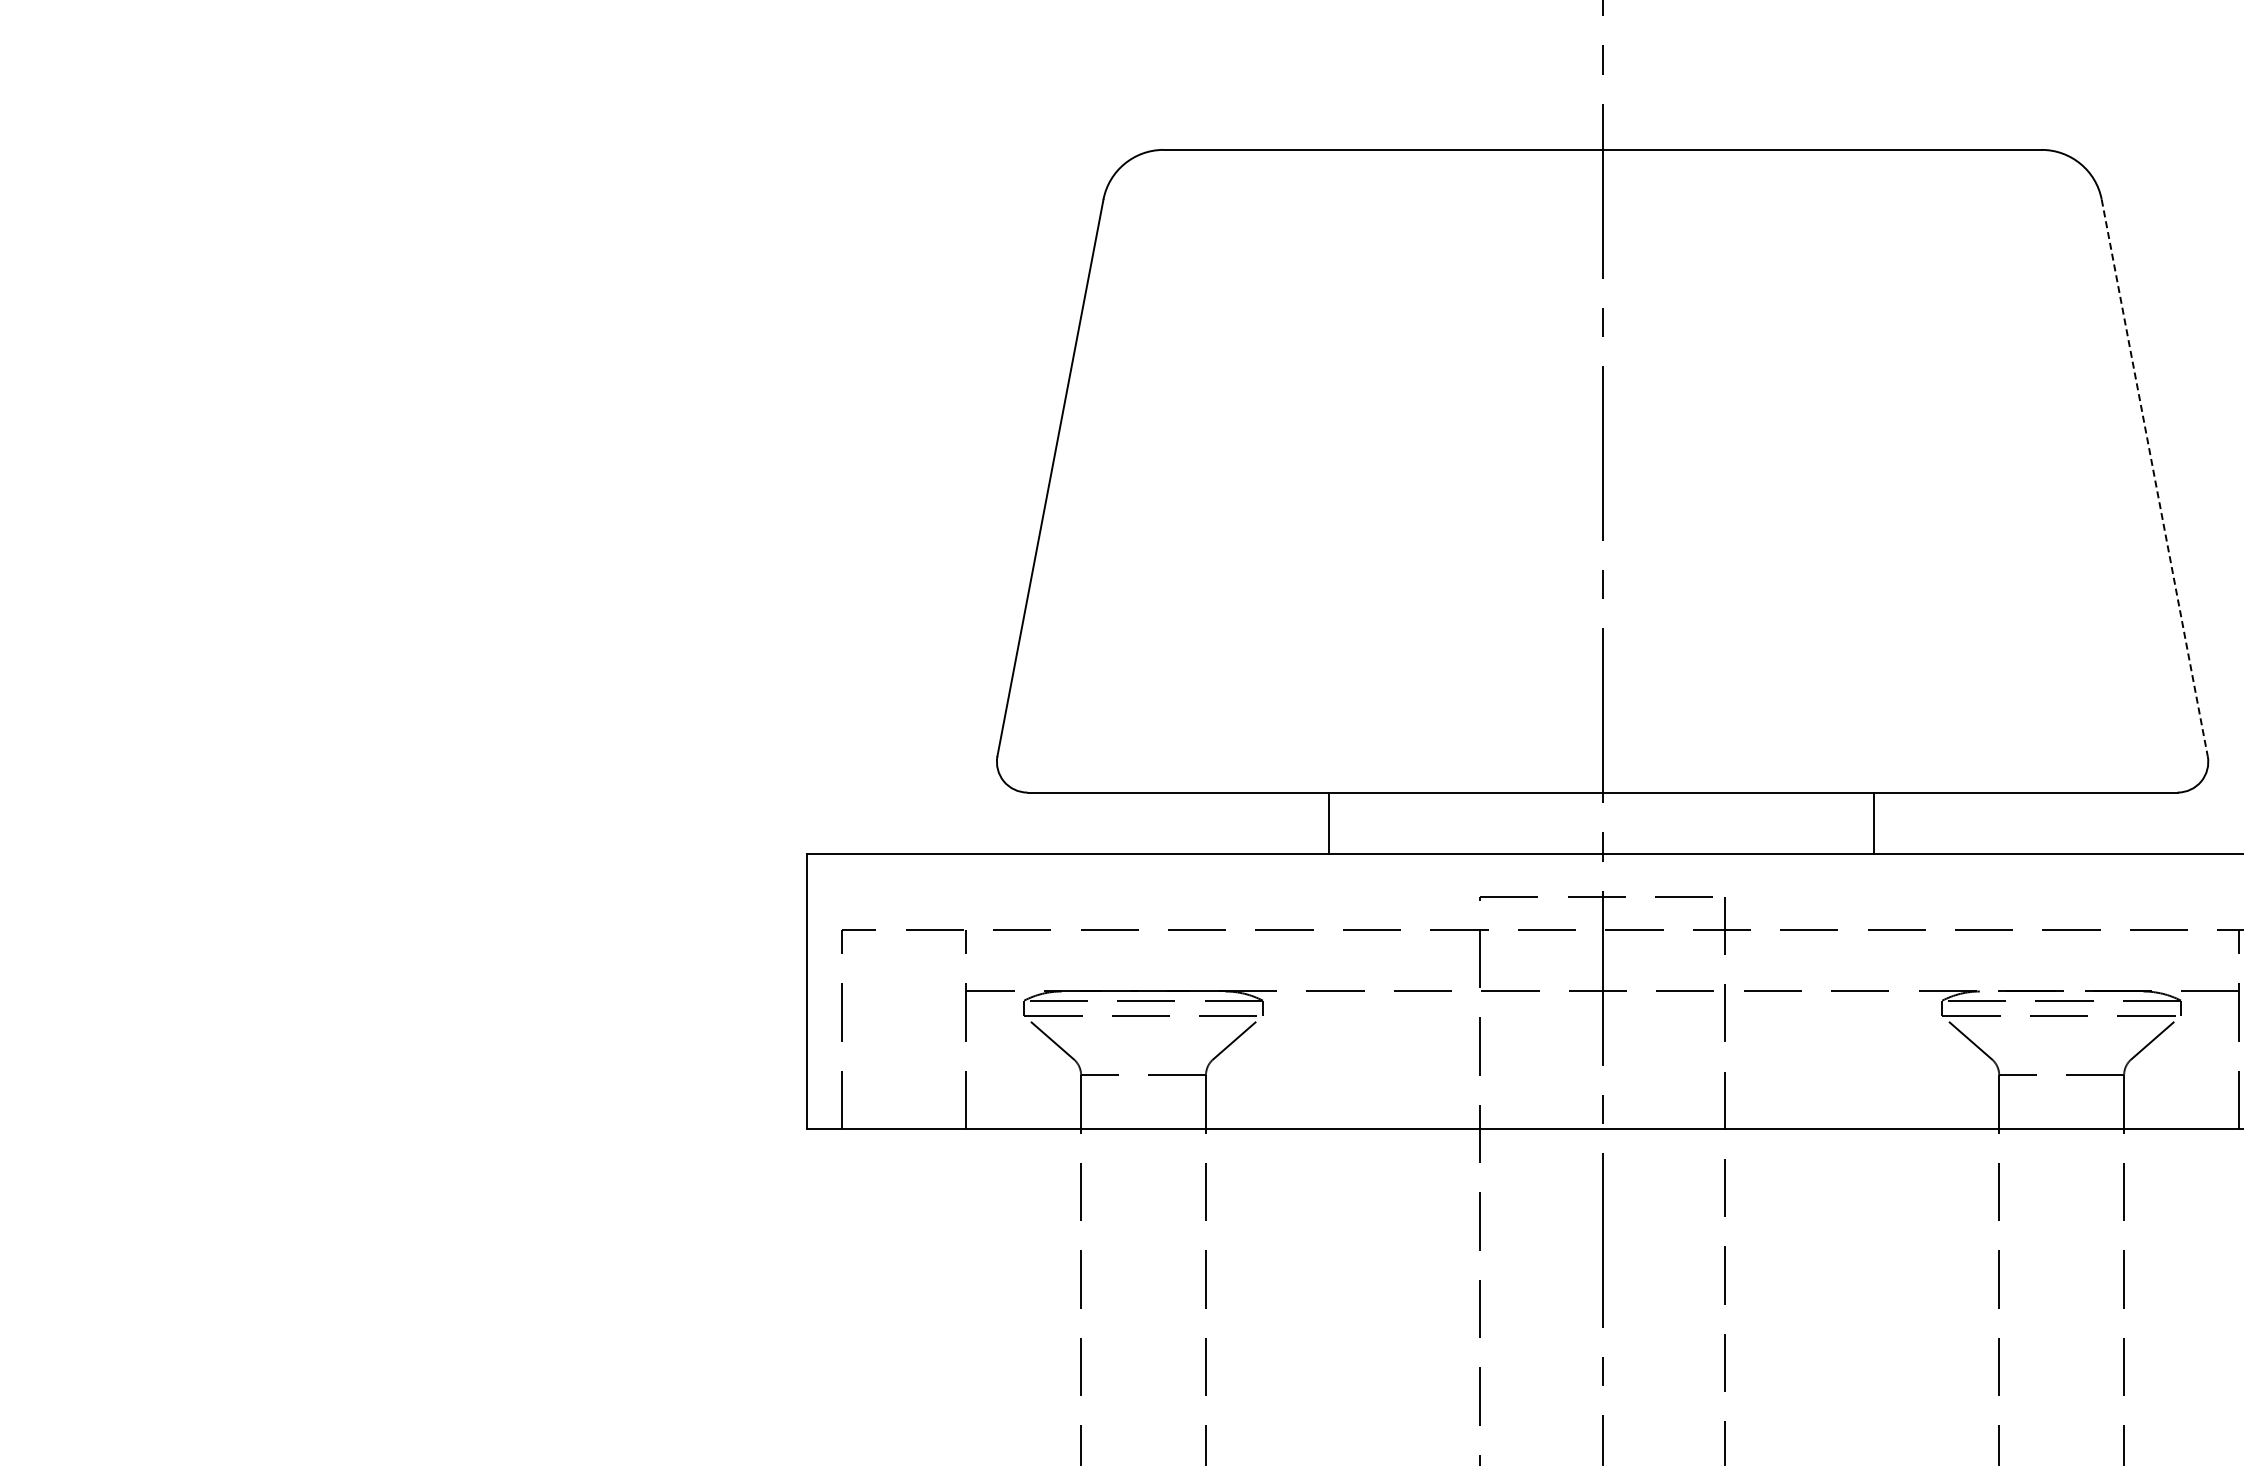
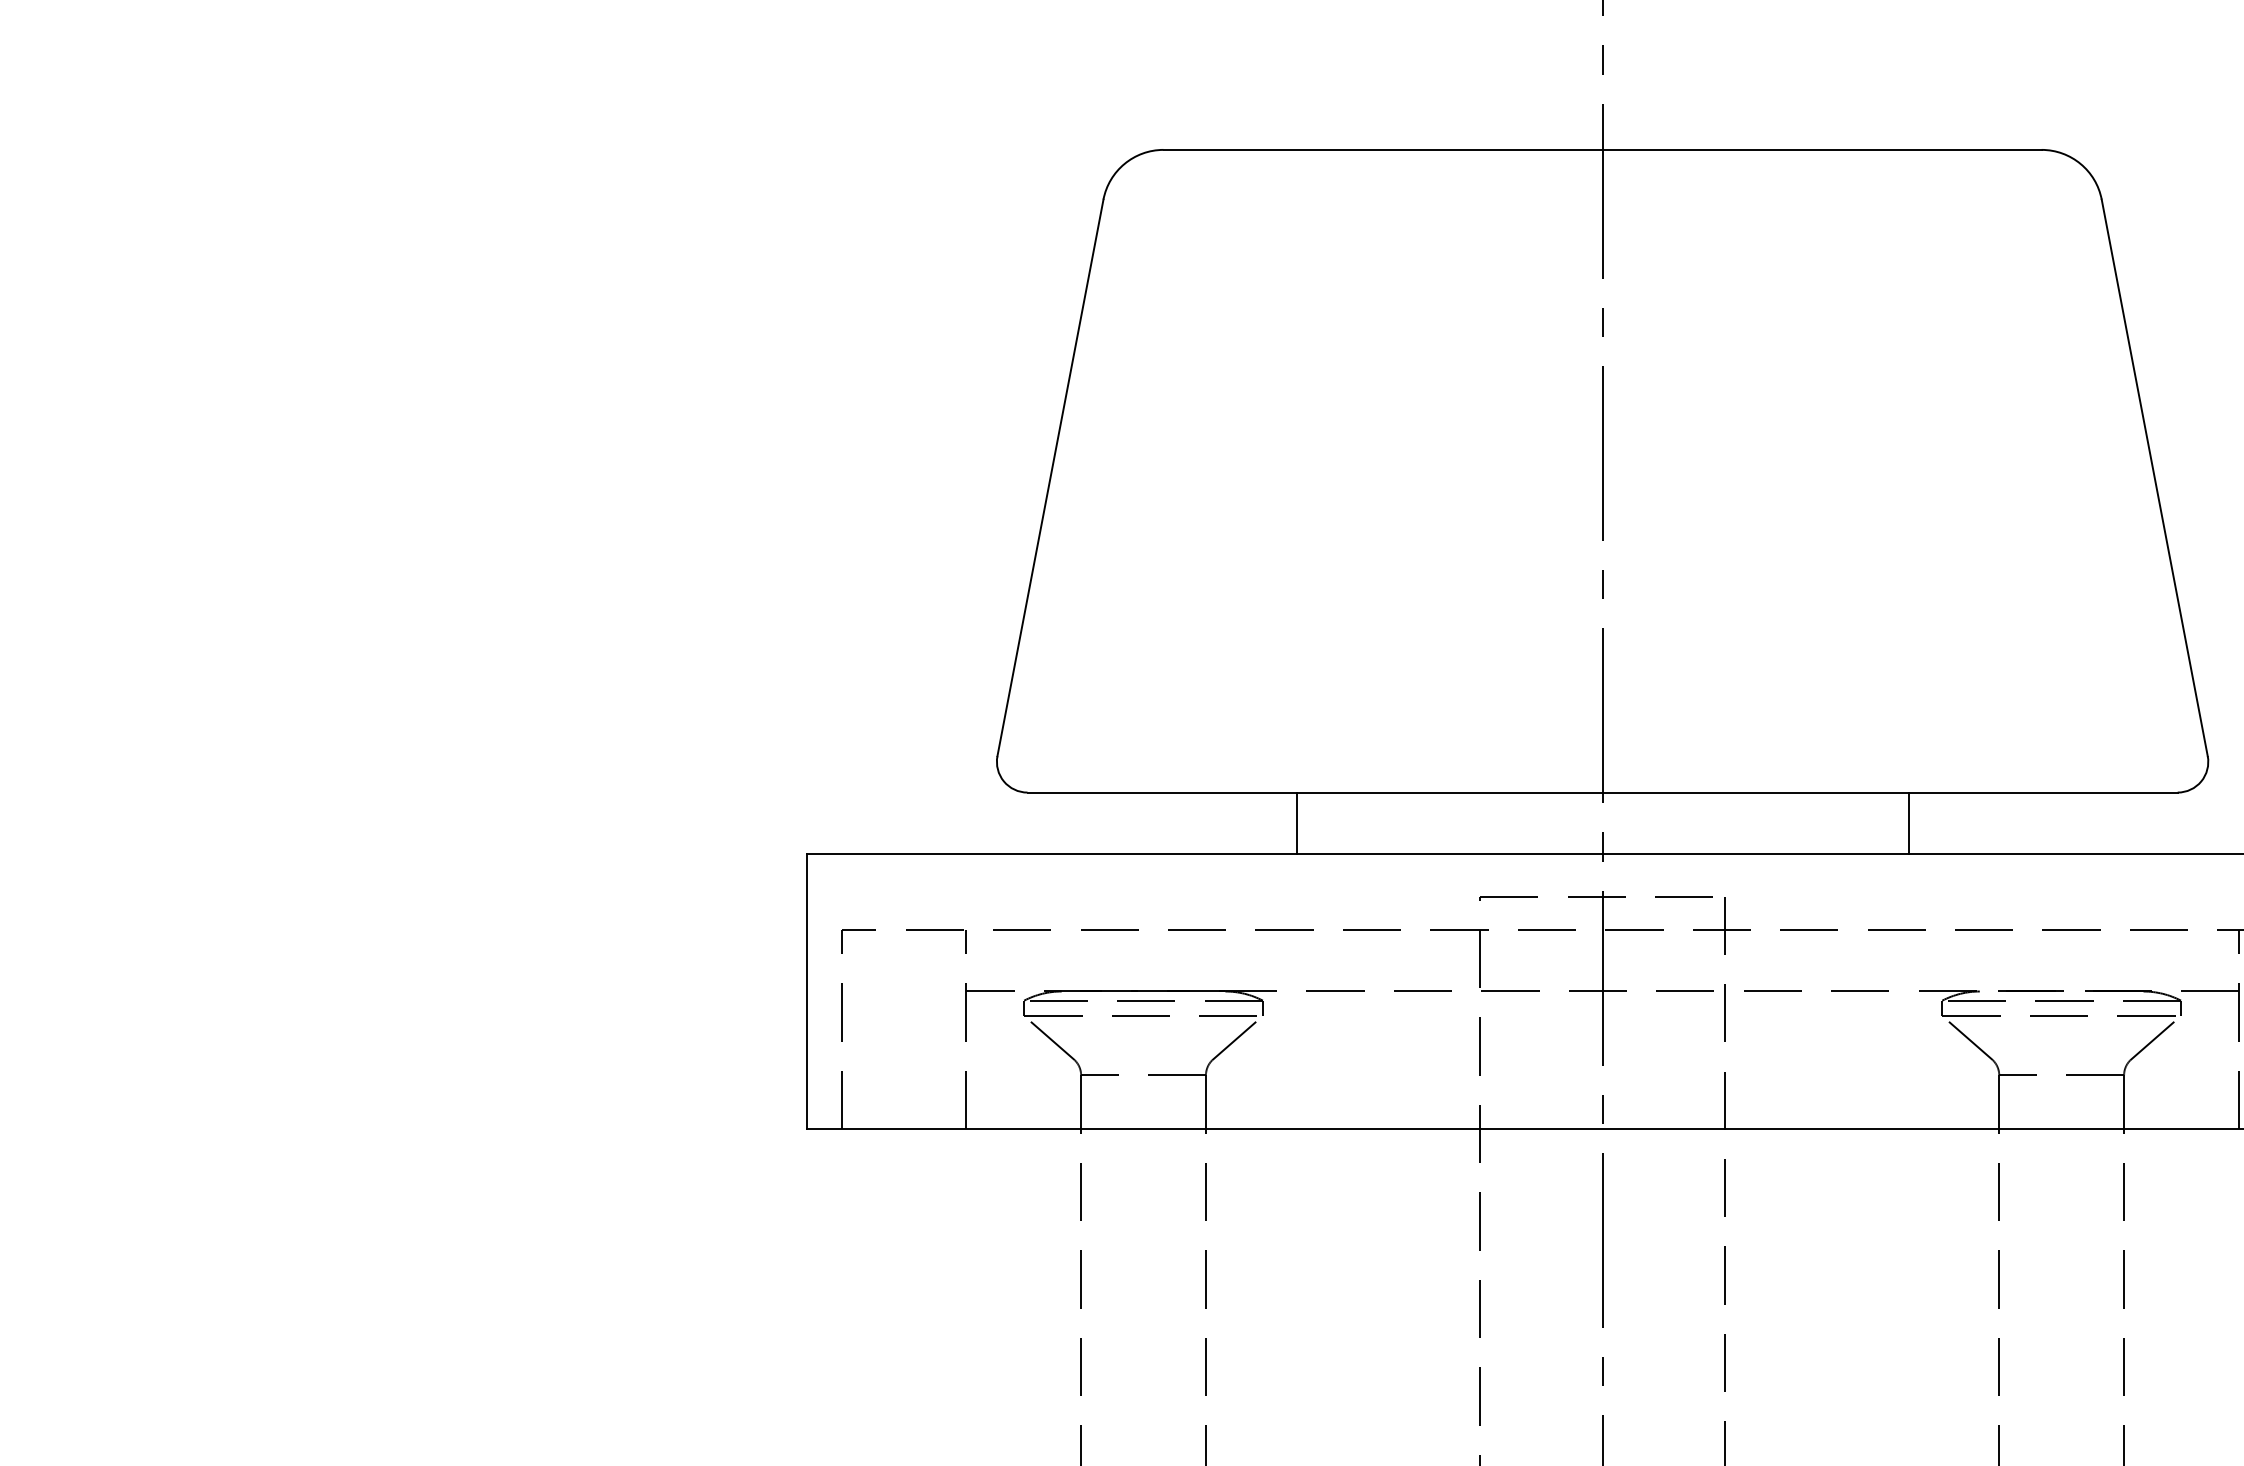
line at (2154, 478): dashed -> solid
line at (1328, 822) position: (1328, 822) -> (1296, 822)
line at (1873, 822) position: (1873, 822) -> (1908, 822)
